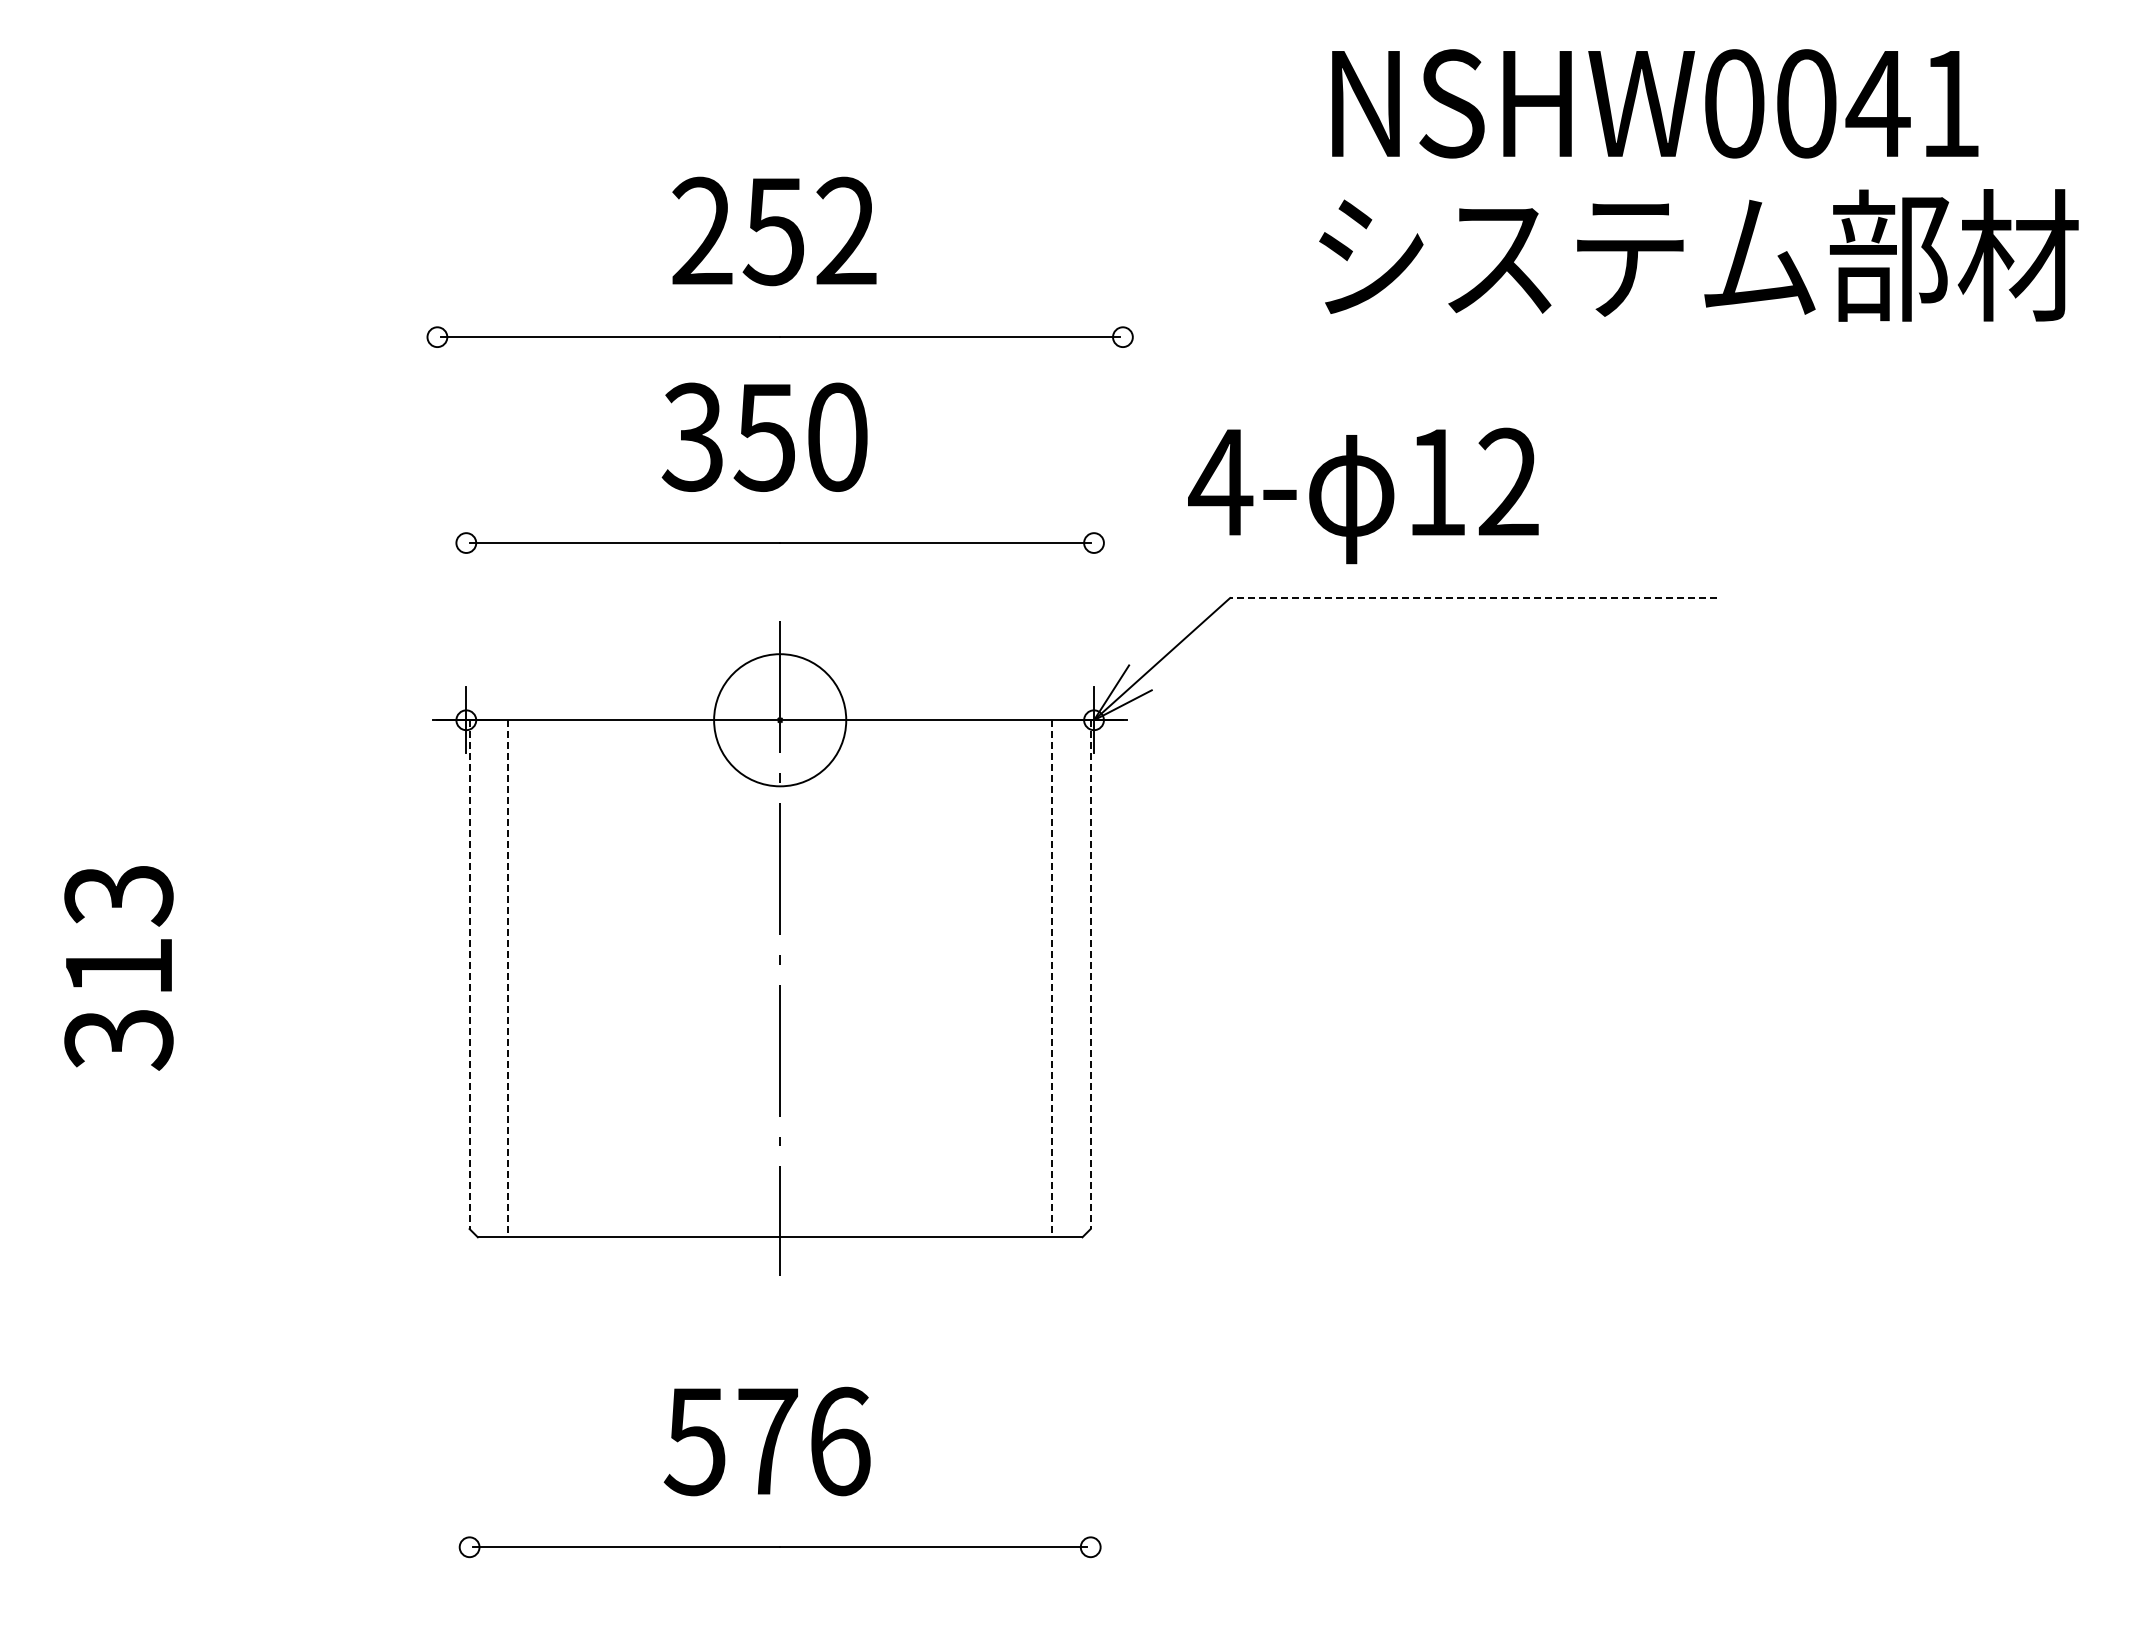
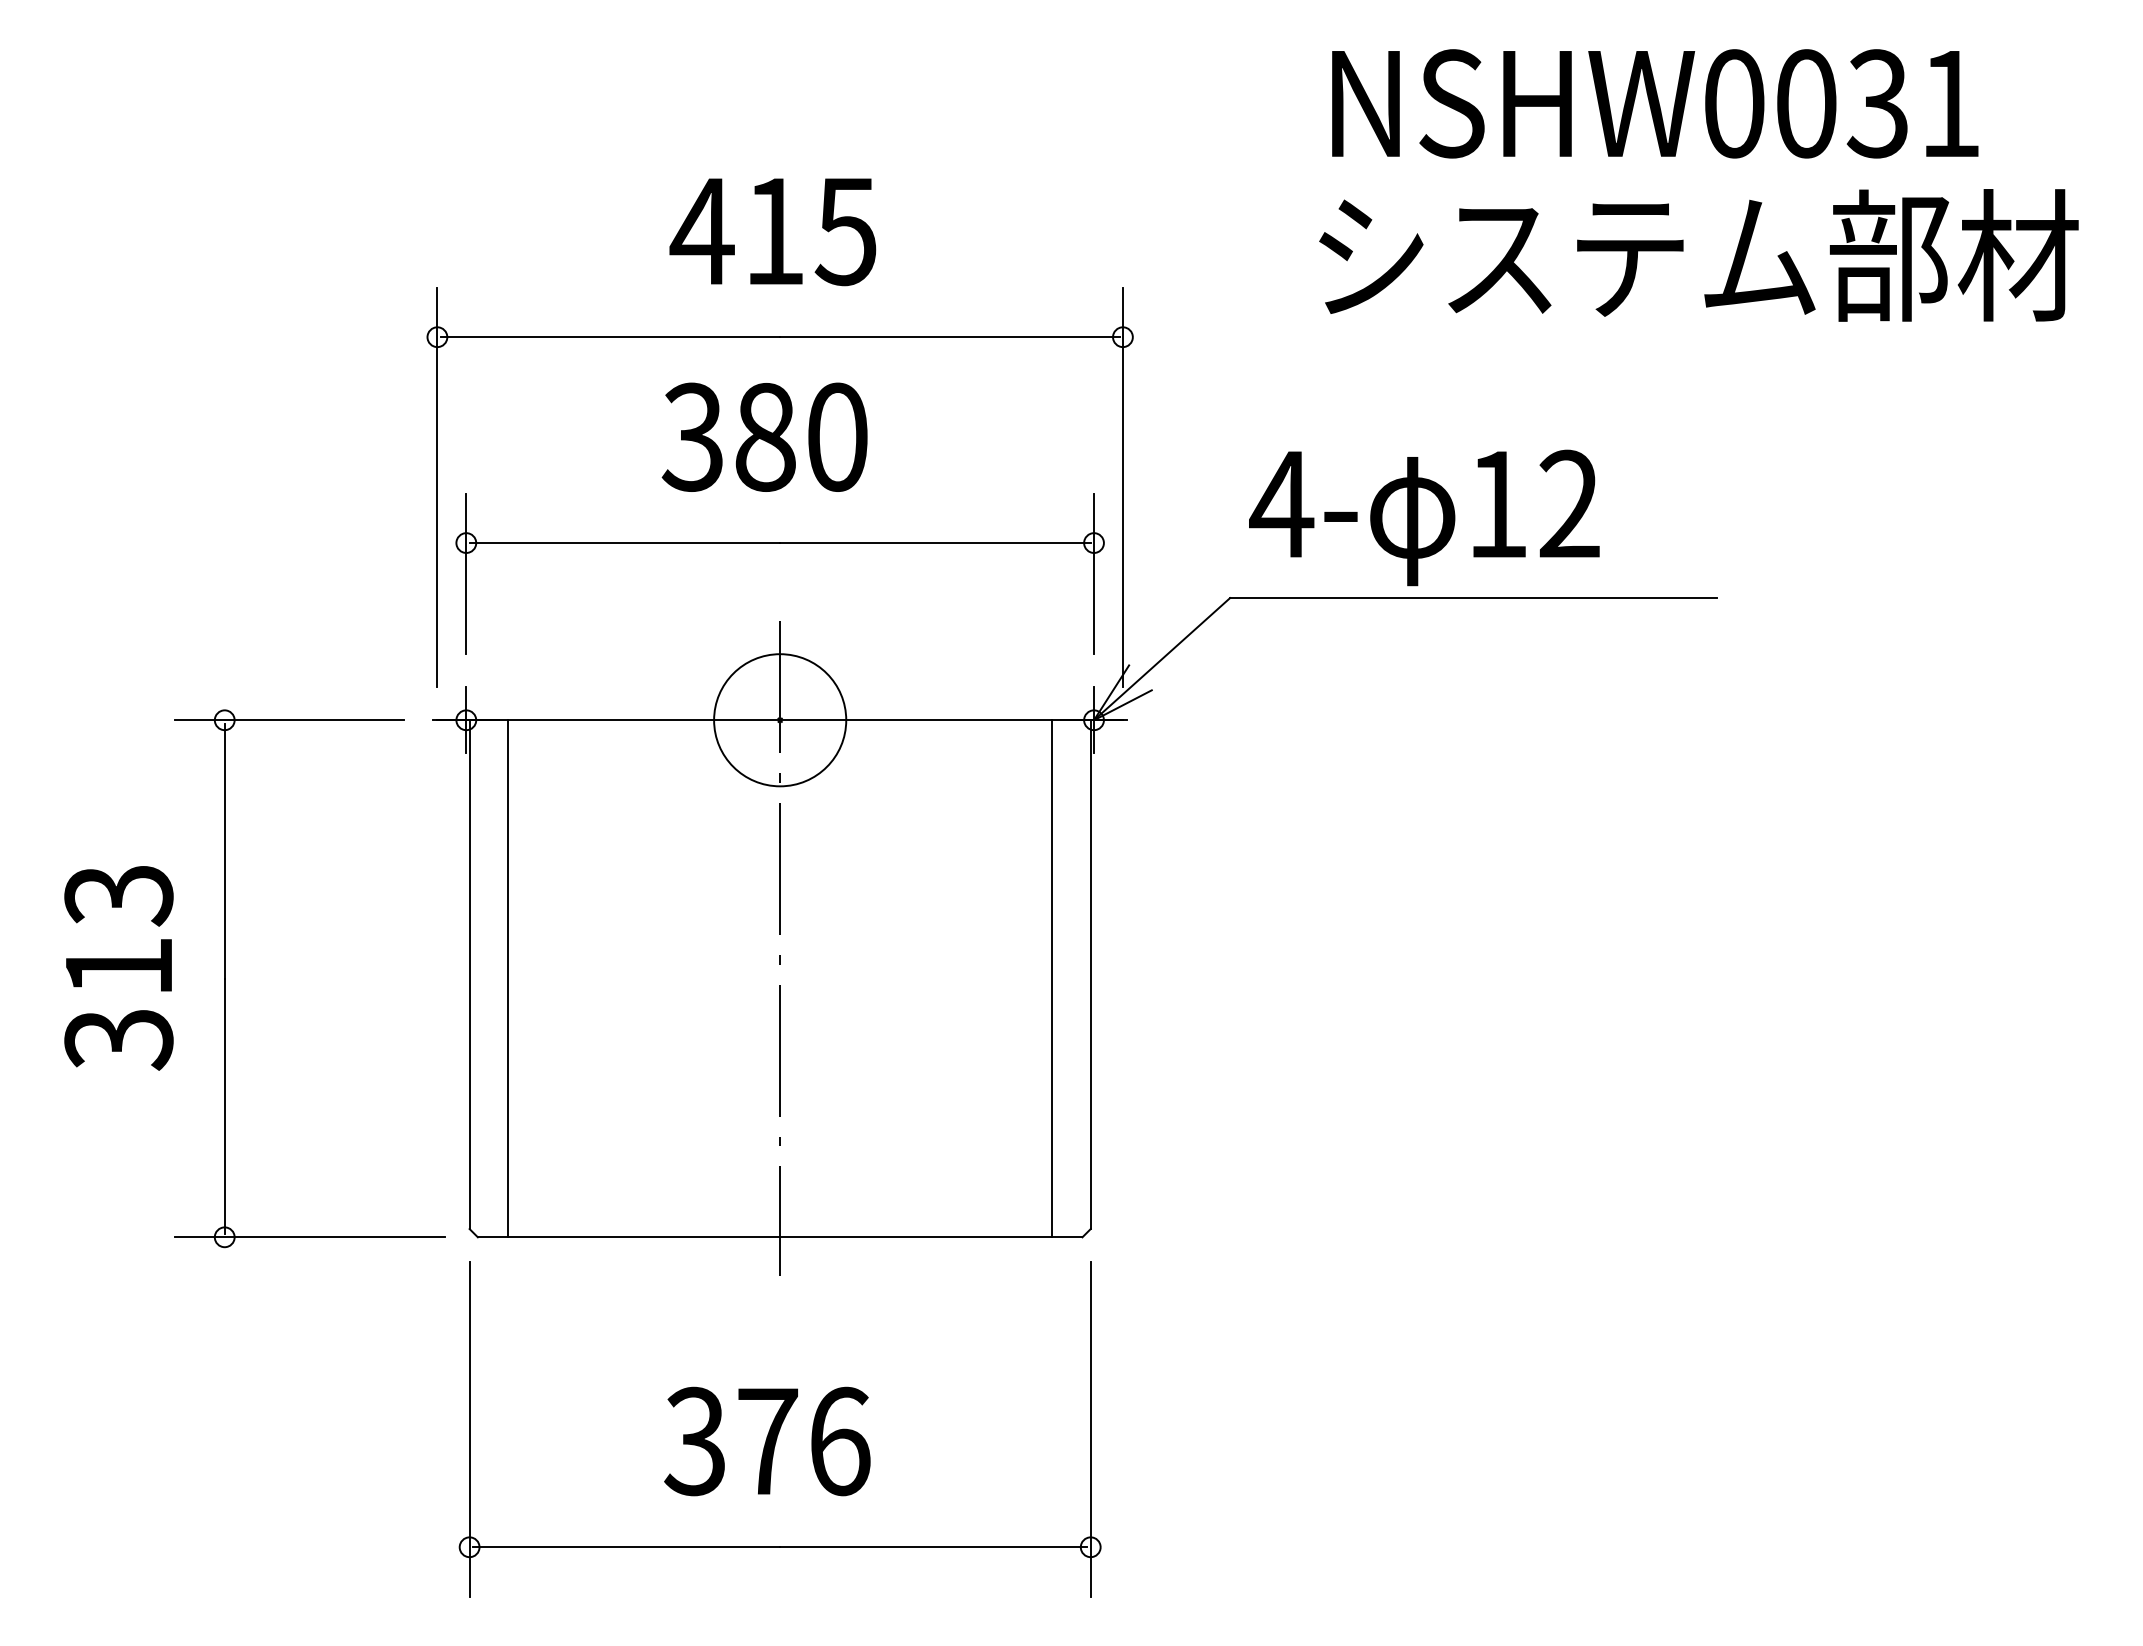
text at (1877, 103): NSHW0041 -> NSHW0031
text at (772, 231): 252 -> 415
text at (764, 437): 350 -> 380
line at (437, 487): none -> present
line at (1122, 487): none -> present
text at (1363, 495) position: (1363, 495) -> (1424, 517)
line at (466, 573): none -> present
line at (1094, 573): none -> present
line at (1472, 598): dashed -> solid
line at (469, 975): dashed -> solid
line at (1090, 975): dashed -> solid
part at (225, 978): none -> present
line at (508, 978): dashed -> solid
line at (1051, 978): dashed -> solid
line at (469, 1429): none -> present
line at (1090, 1429): none -> present
text at (694, 1440): 576 -> 376
